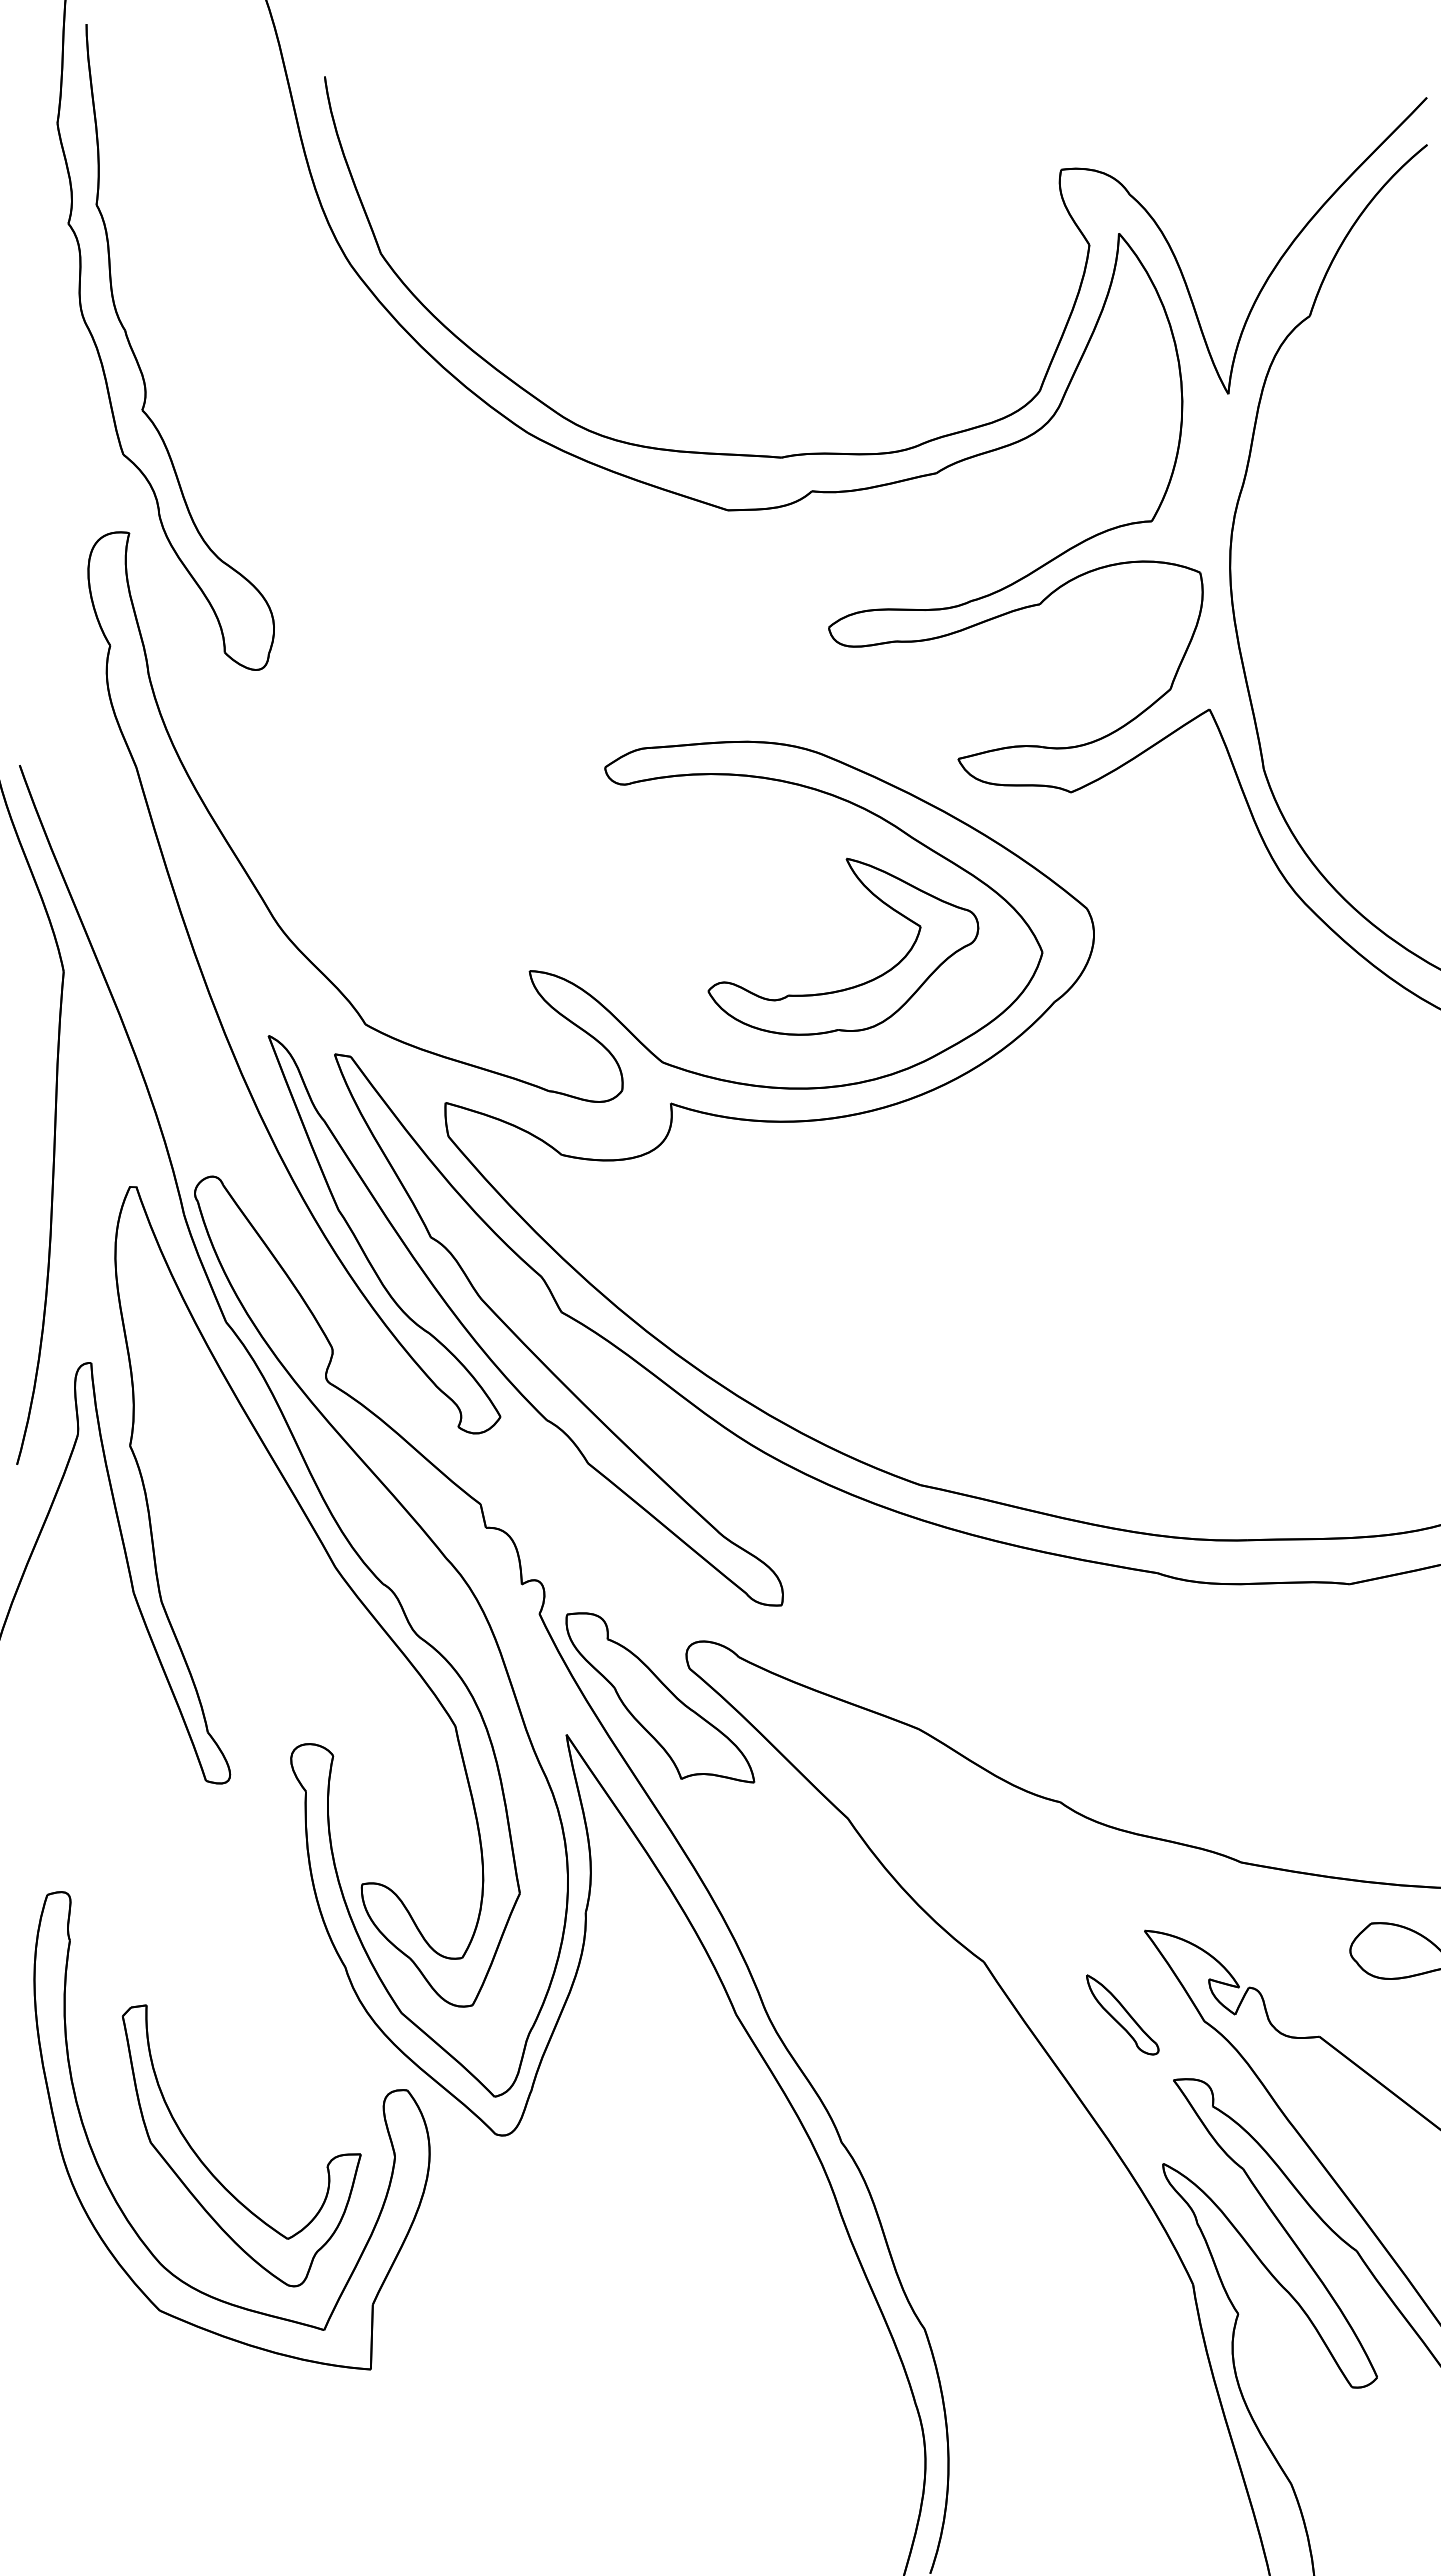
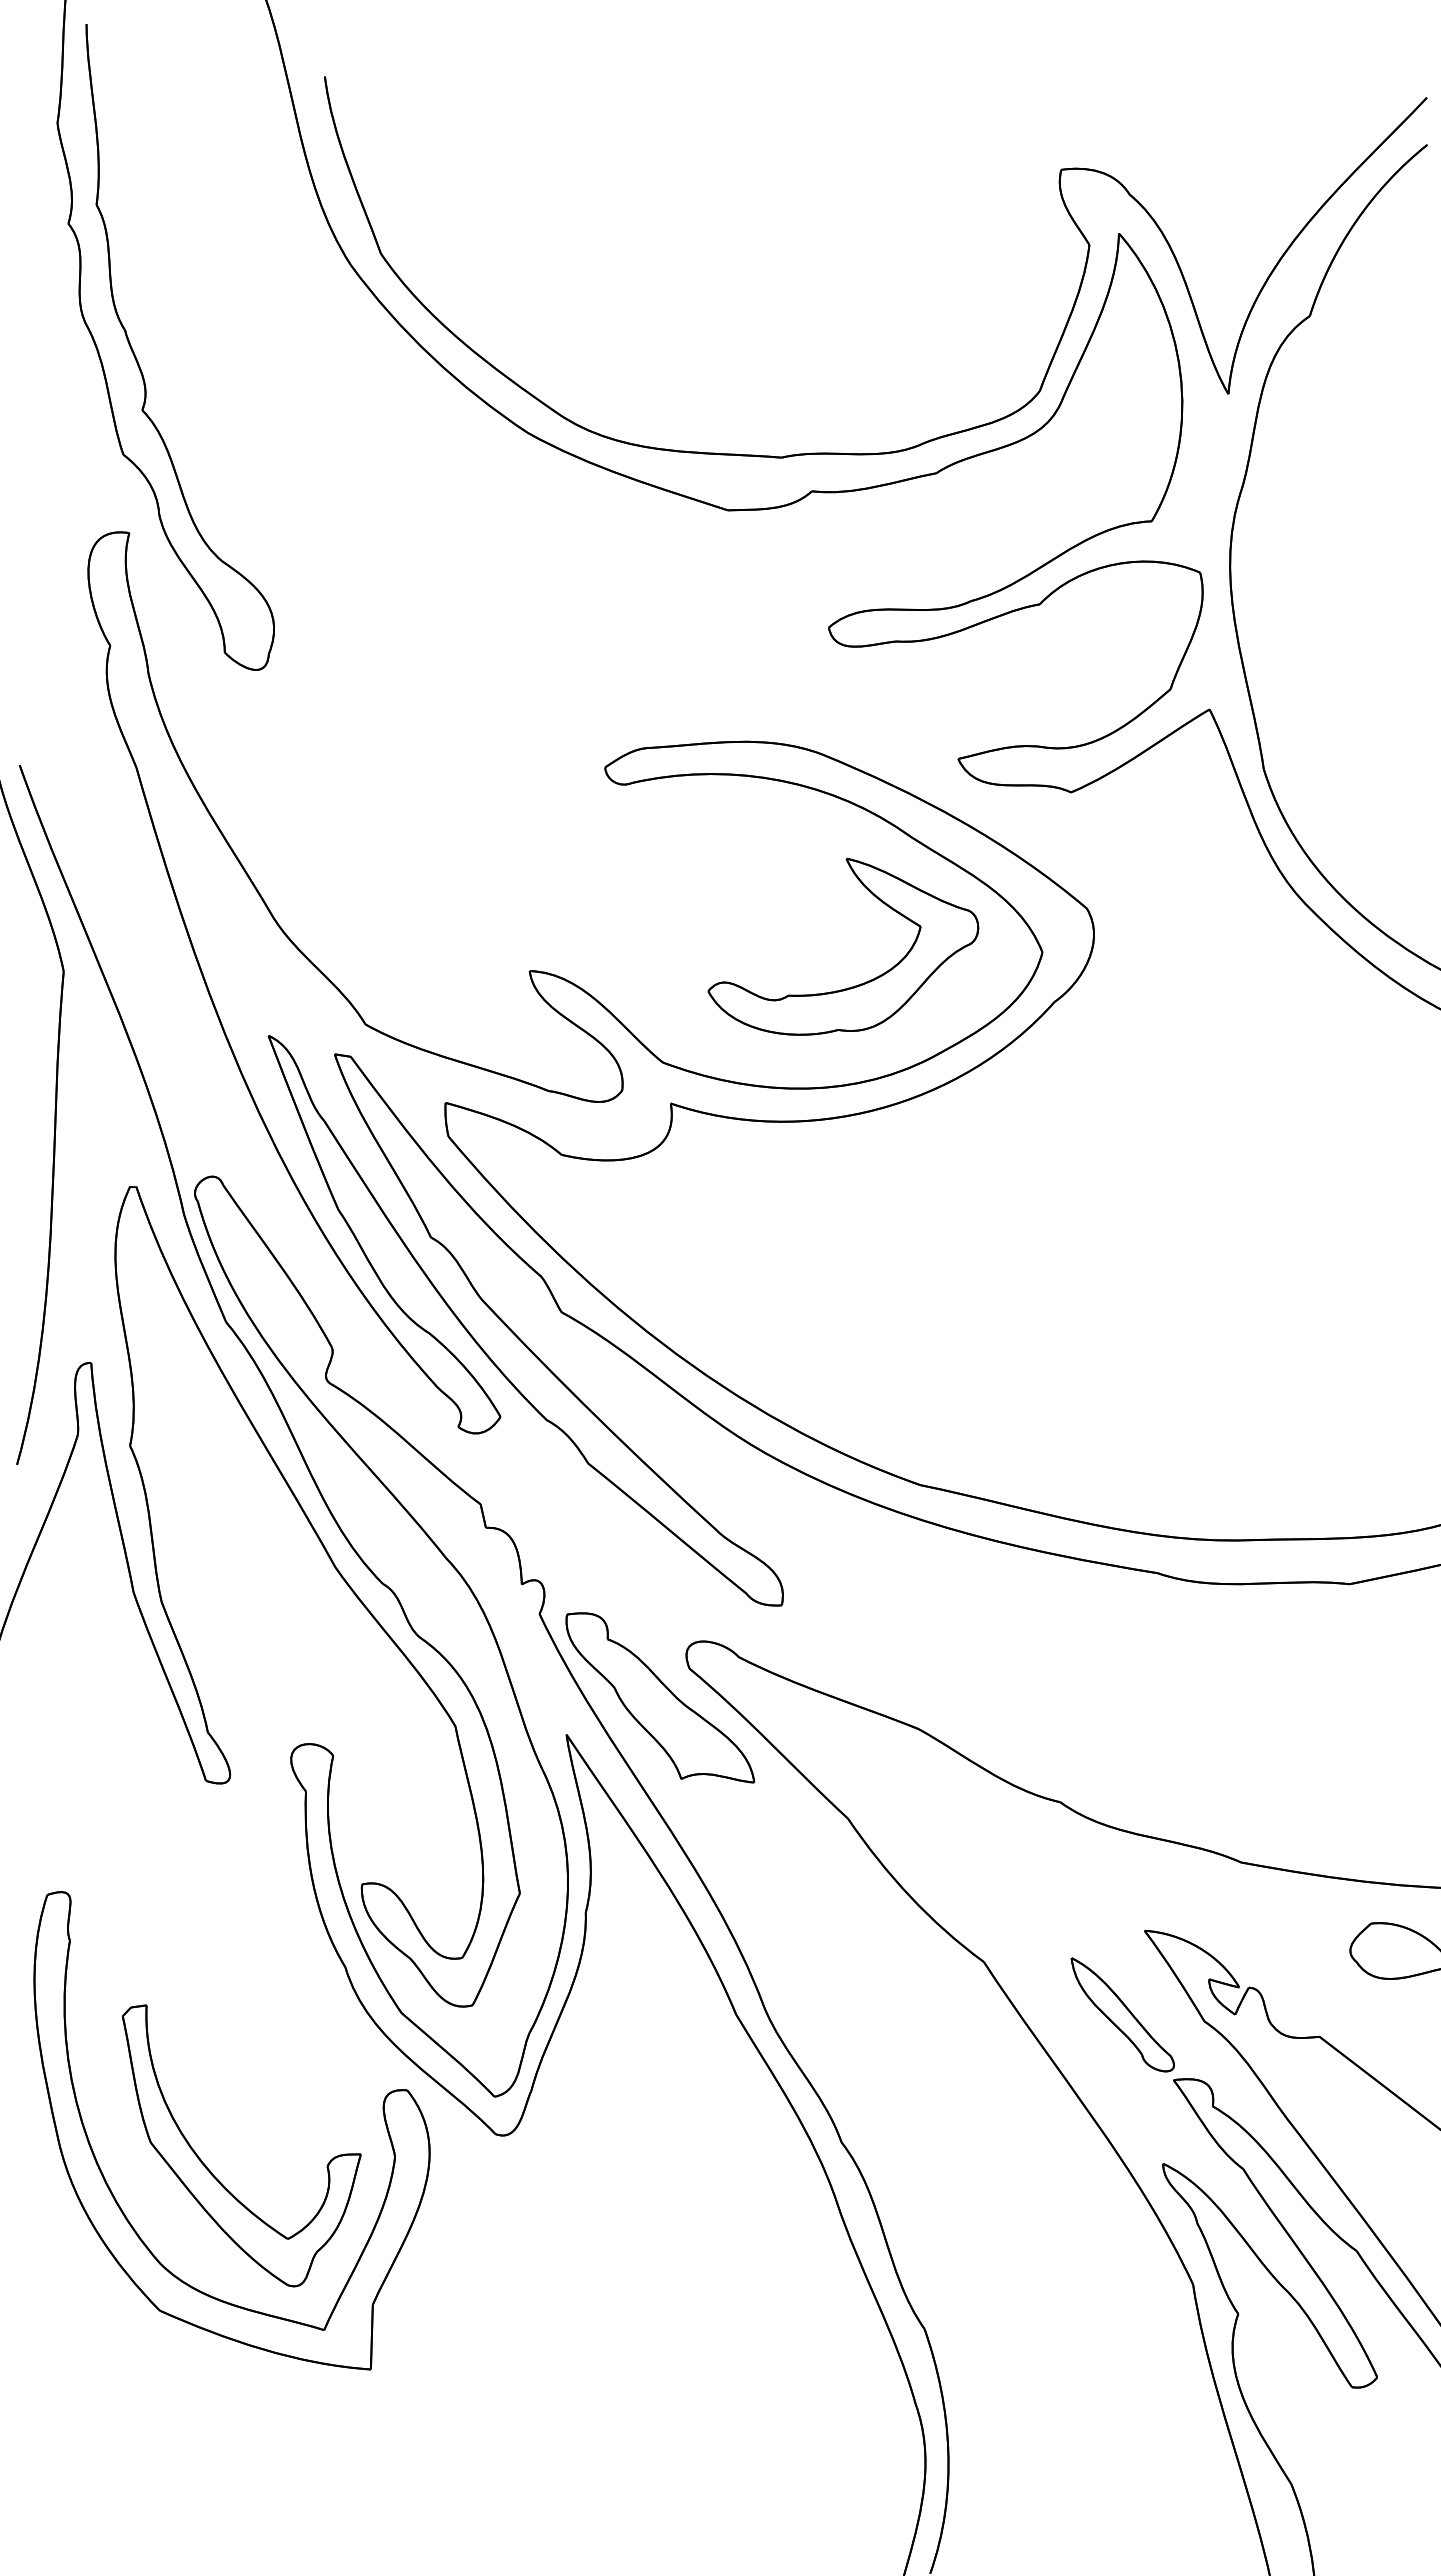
part at (1122, 2014) size: 74x82 px -> 105x116 px
